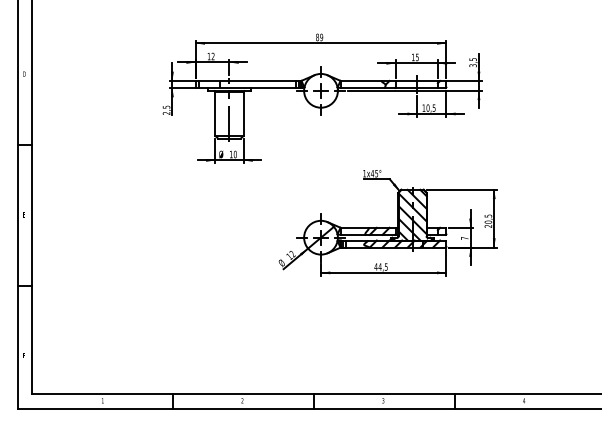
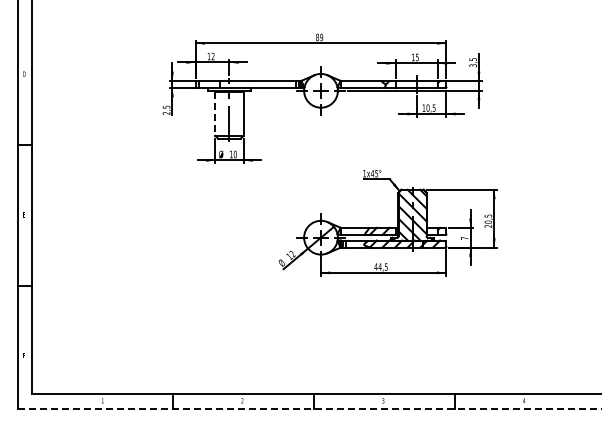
line at (215, 114): solid -> dashed
line at (309, 408): solid -> dashed
